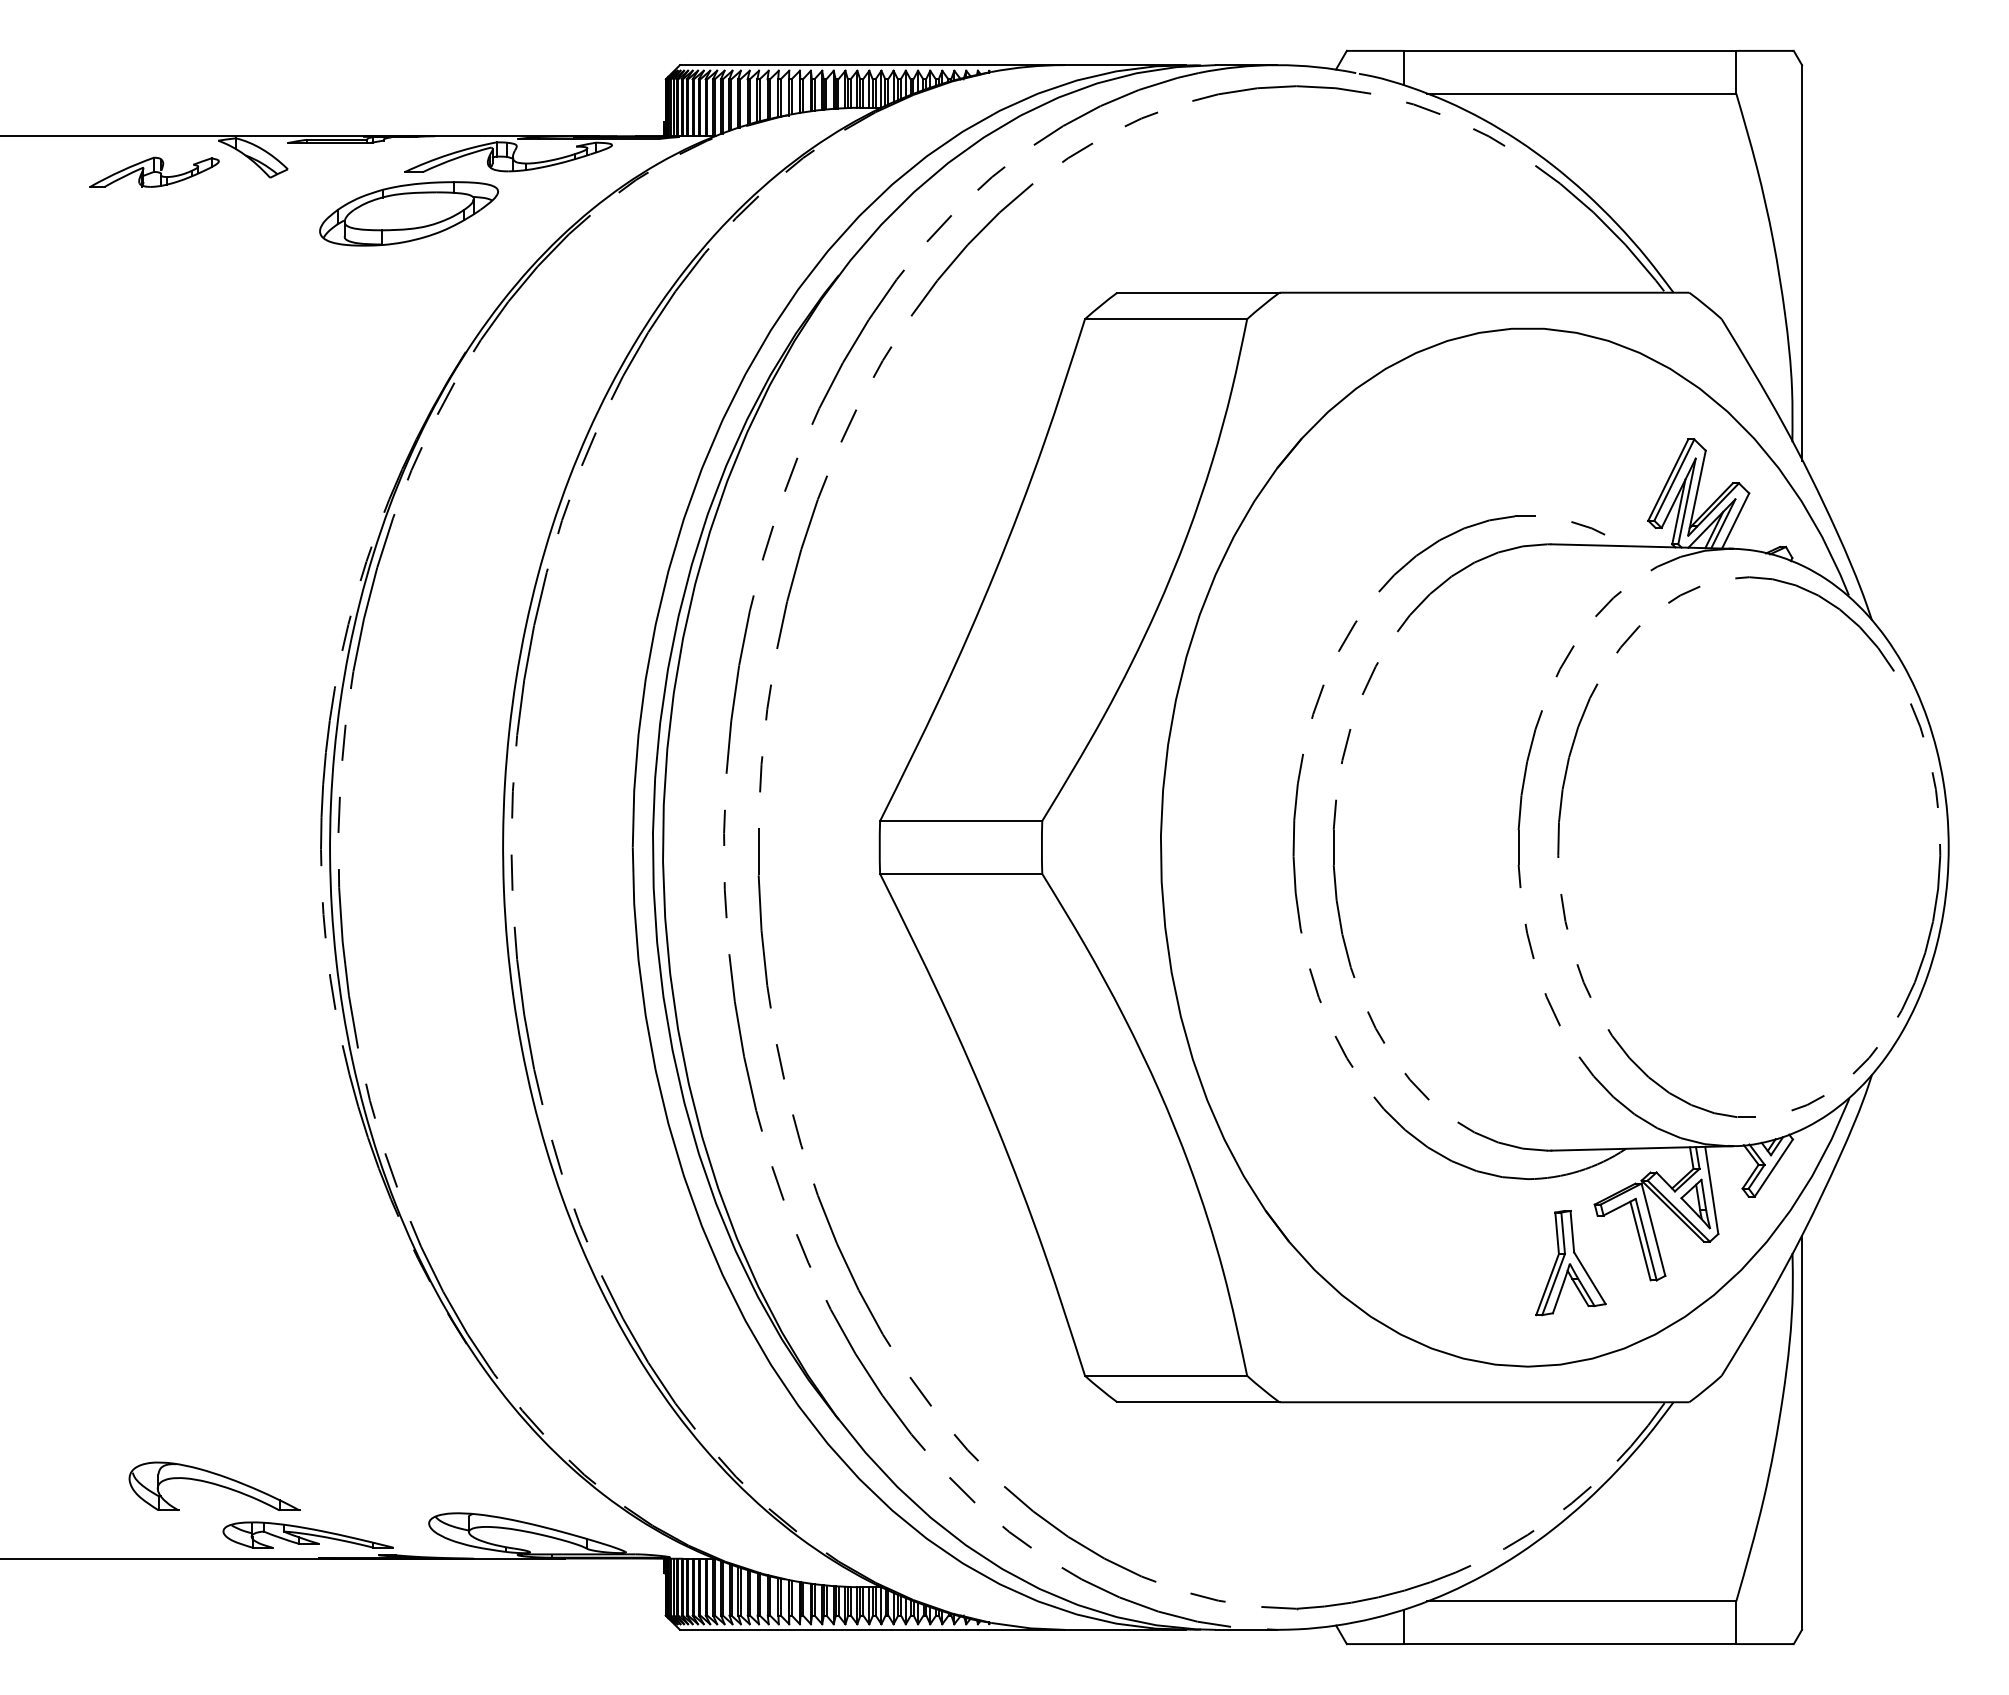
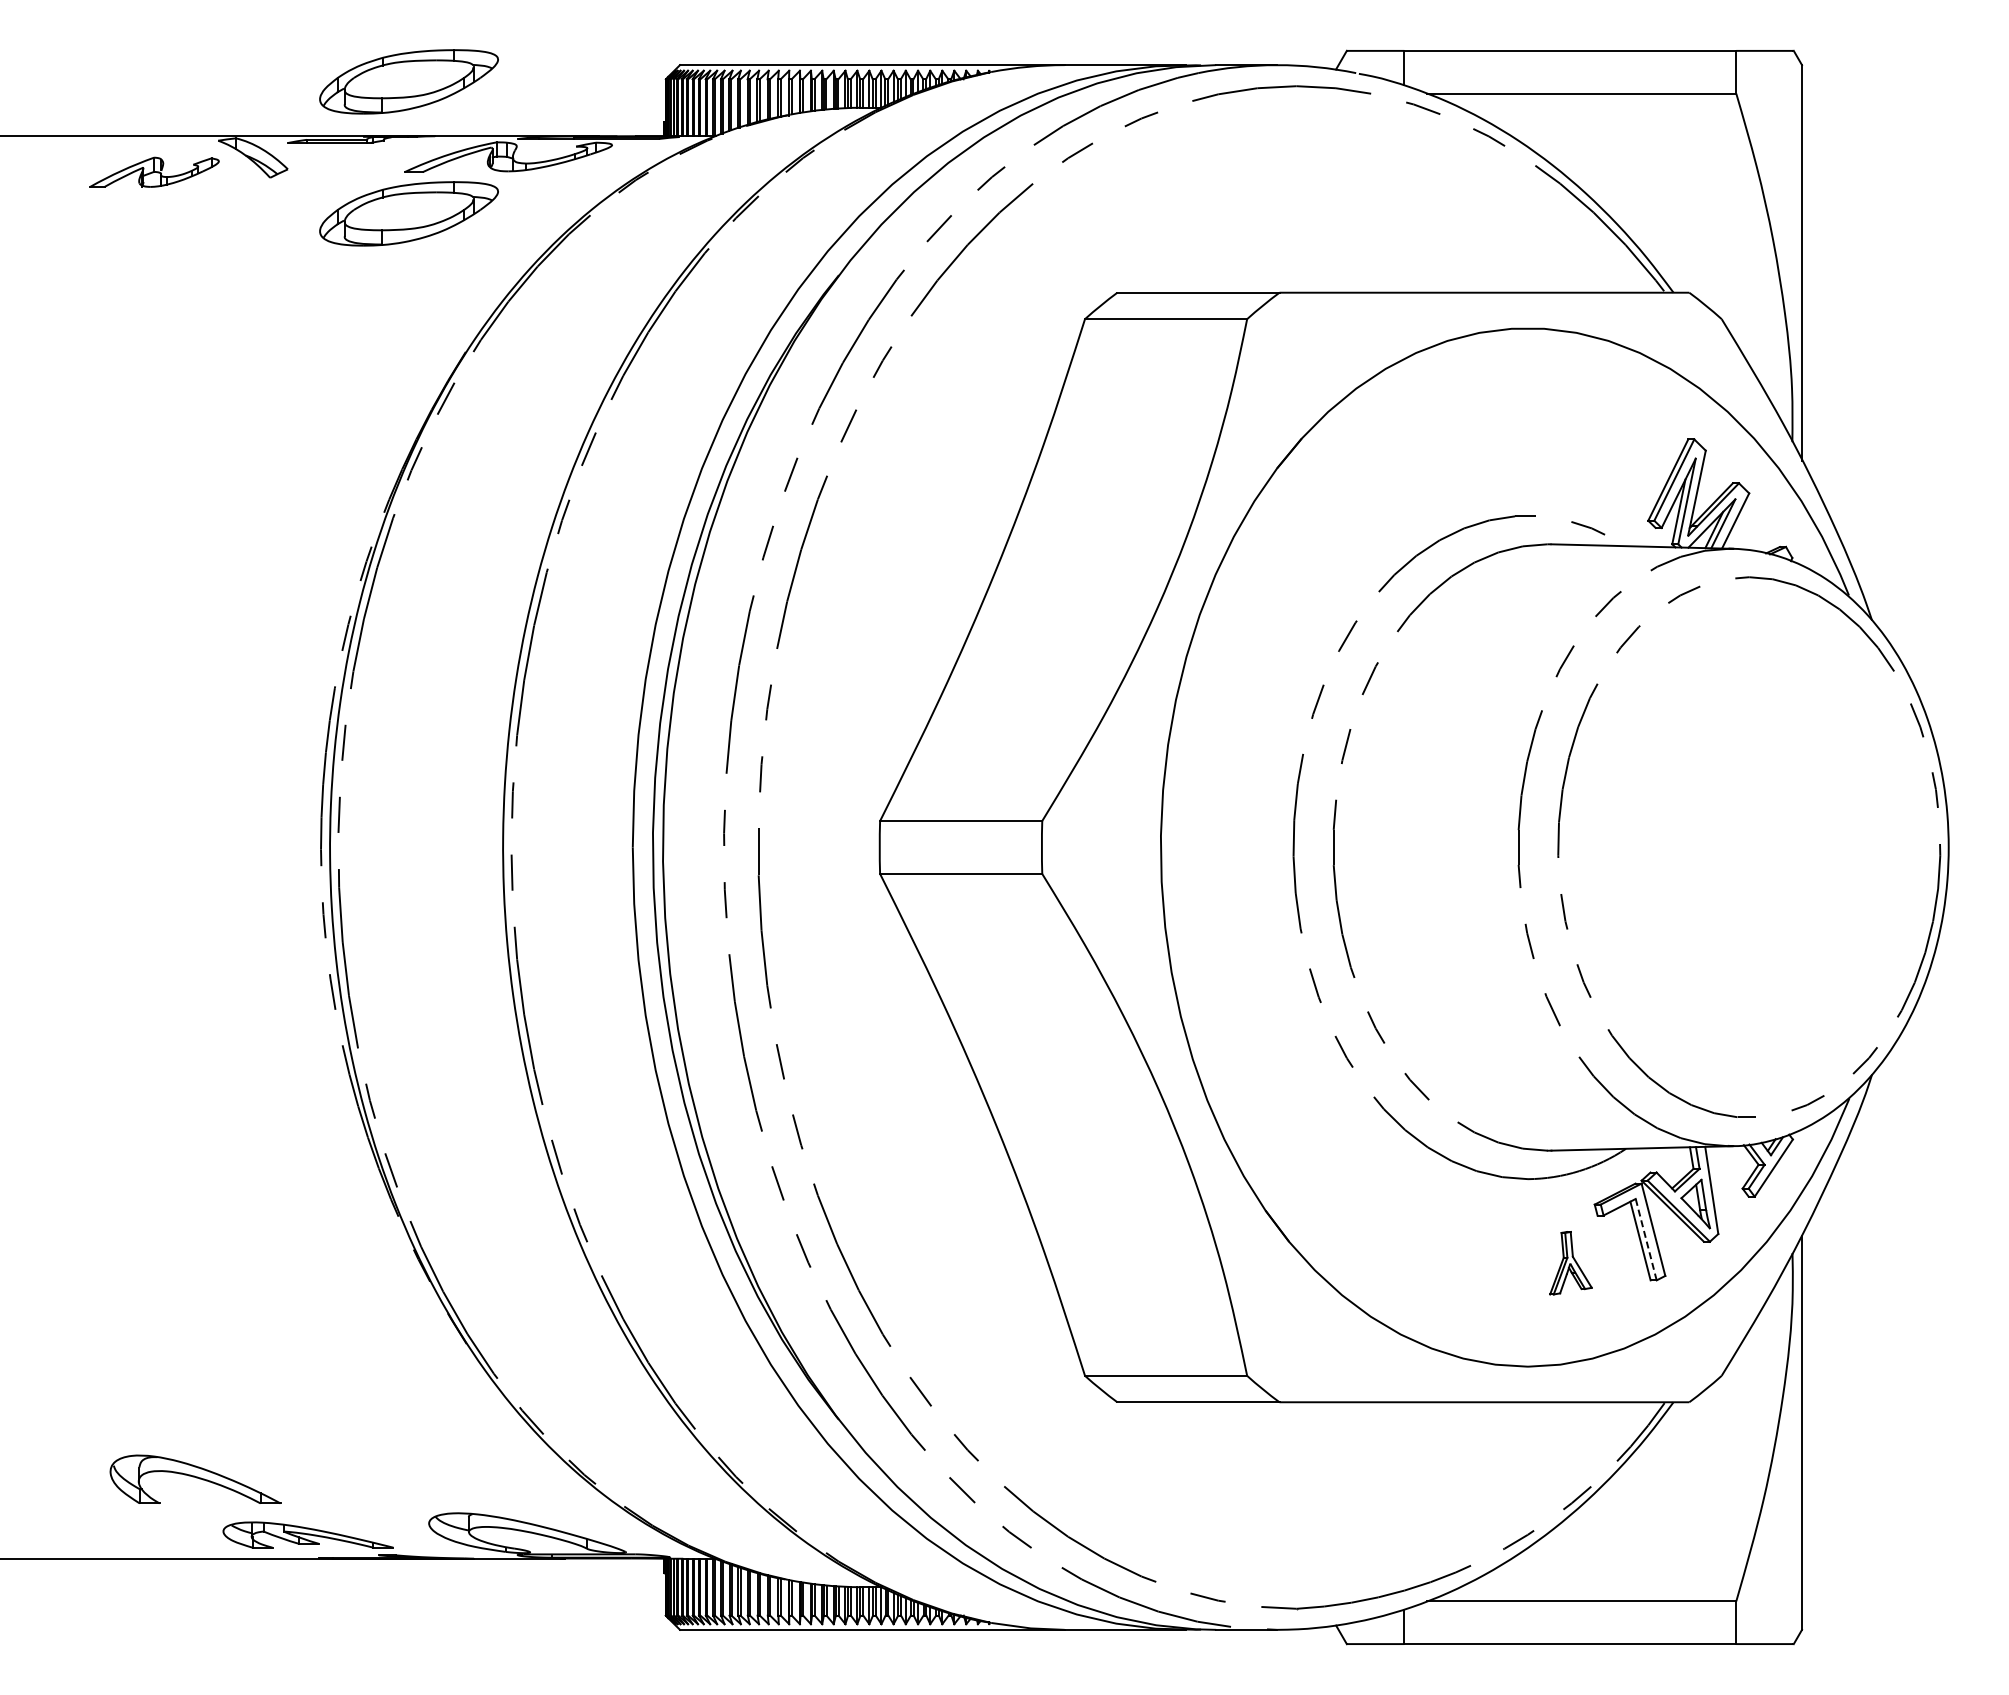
part at (408, 81): none -> present
line at (1646, 1239): solid -> dashed
part at (1570, 1263) size: 72x107 px -> 44x65 px
part at (214, 1485) position: (214, 1485) -> (195, 1478)
